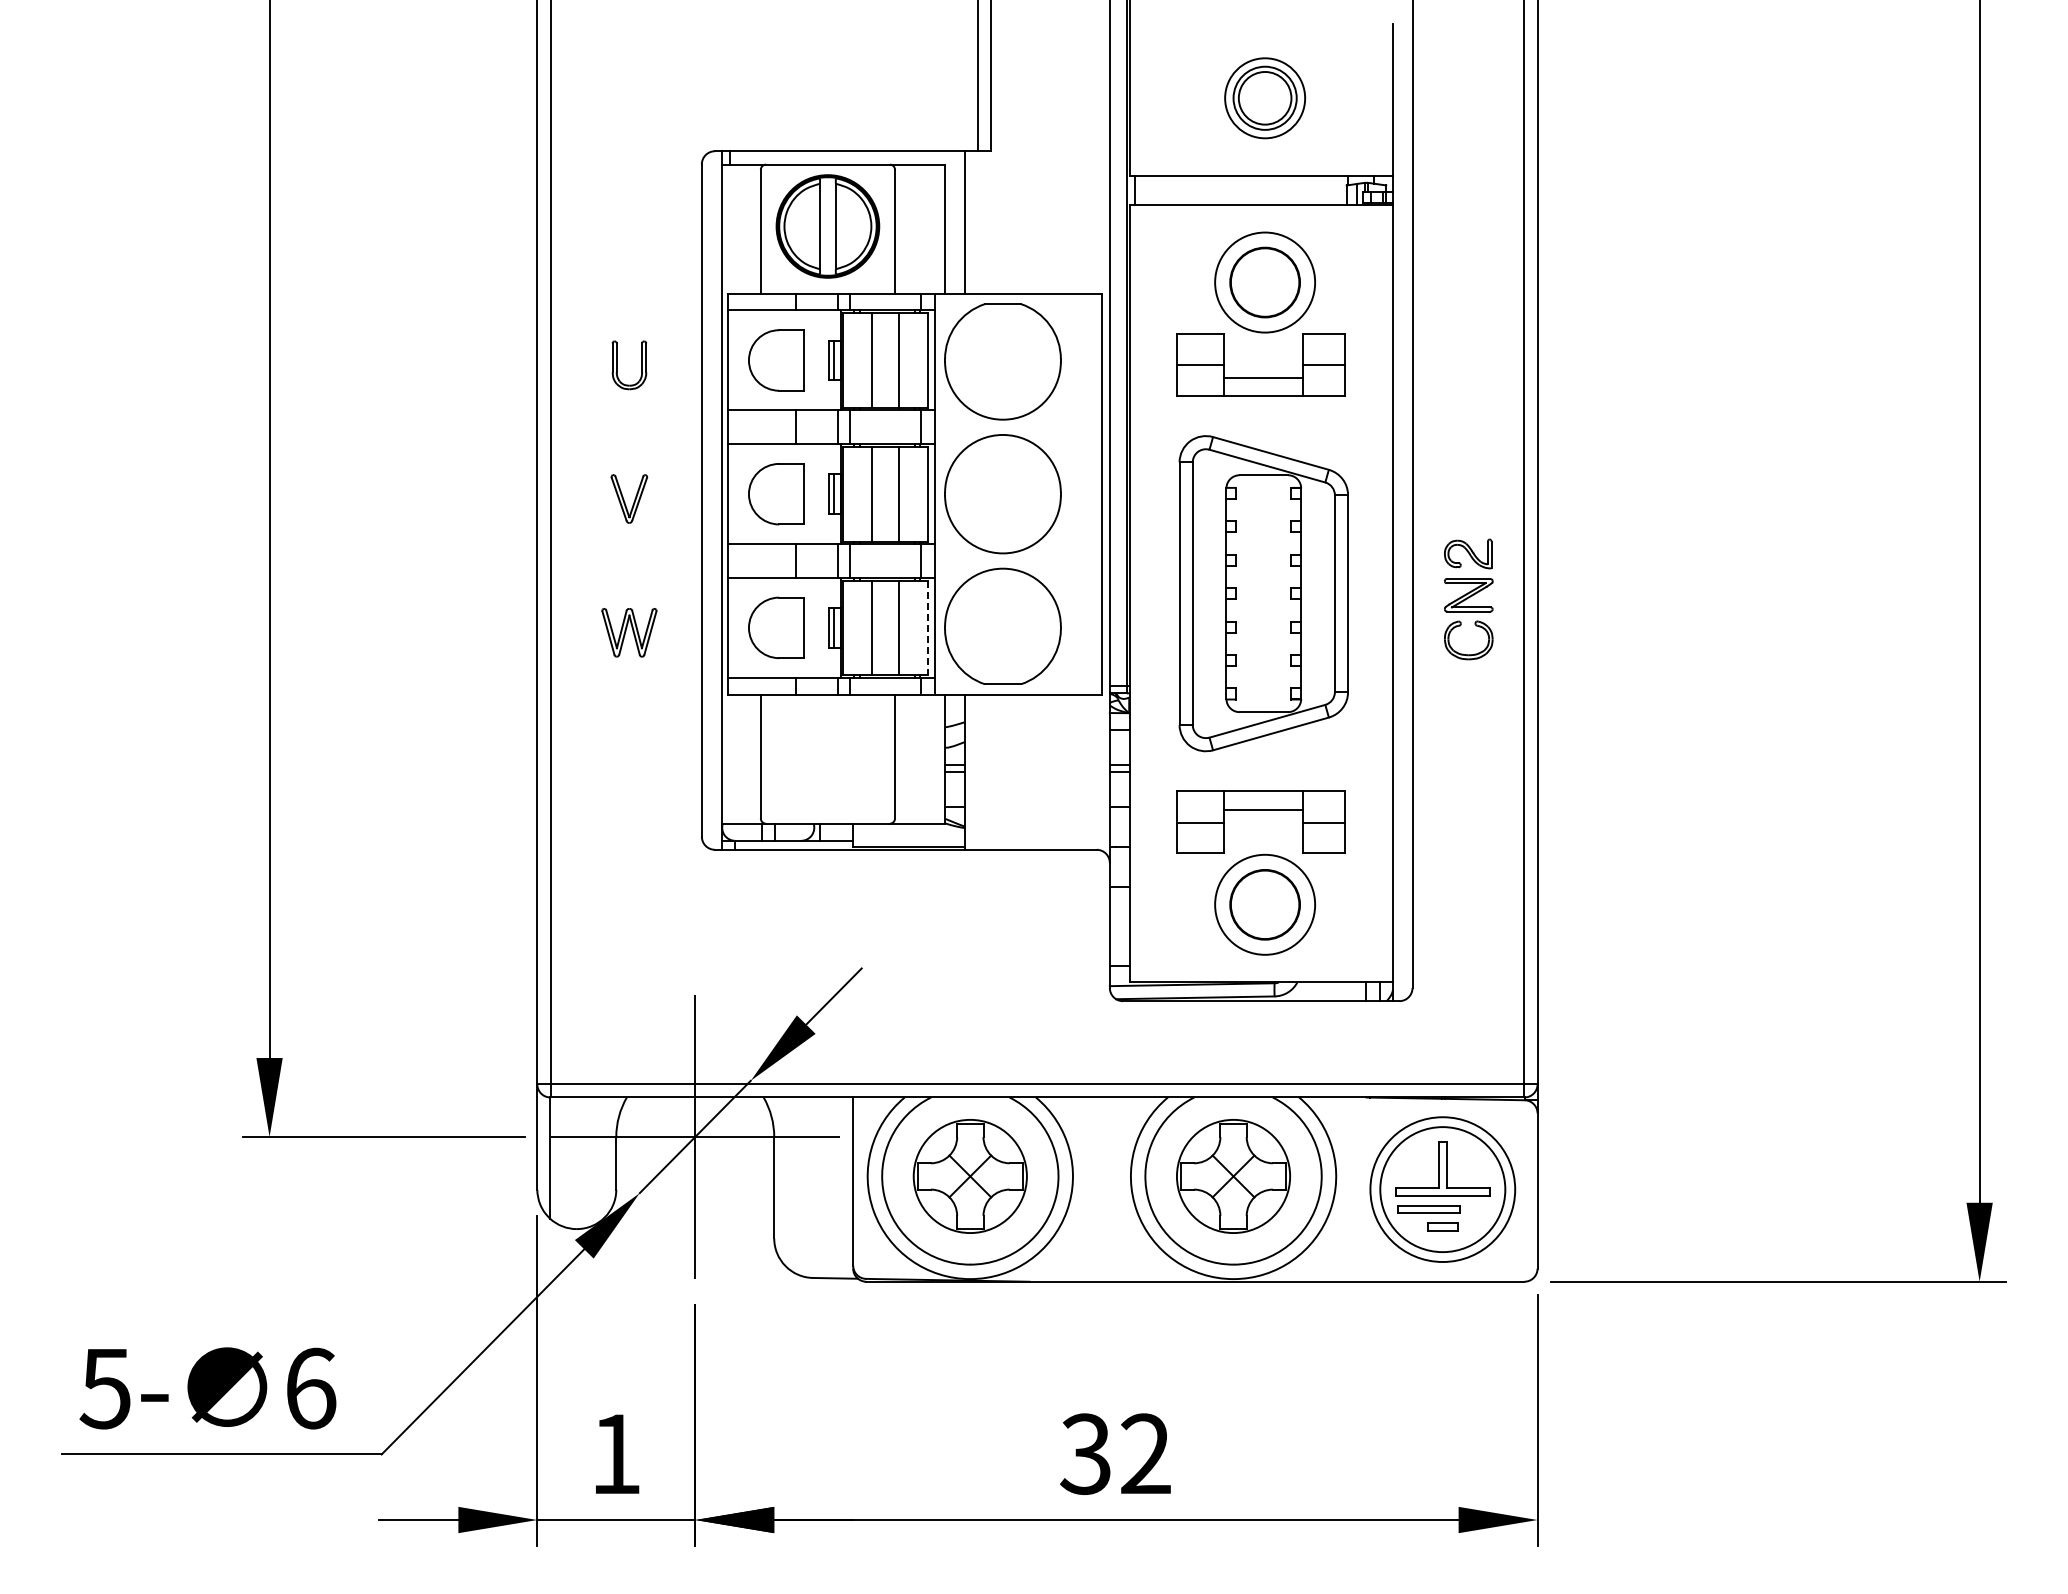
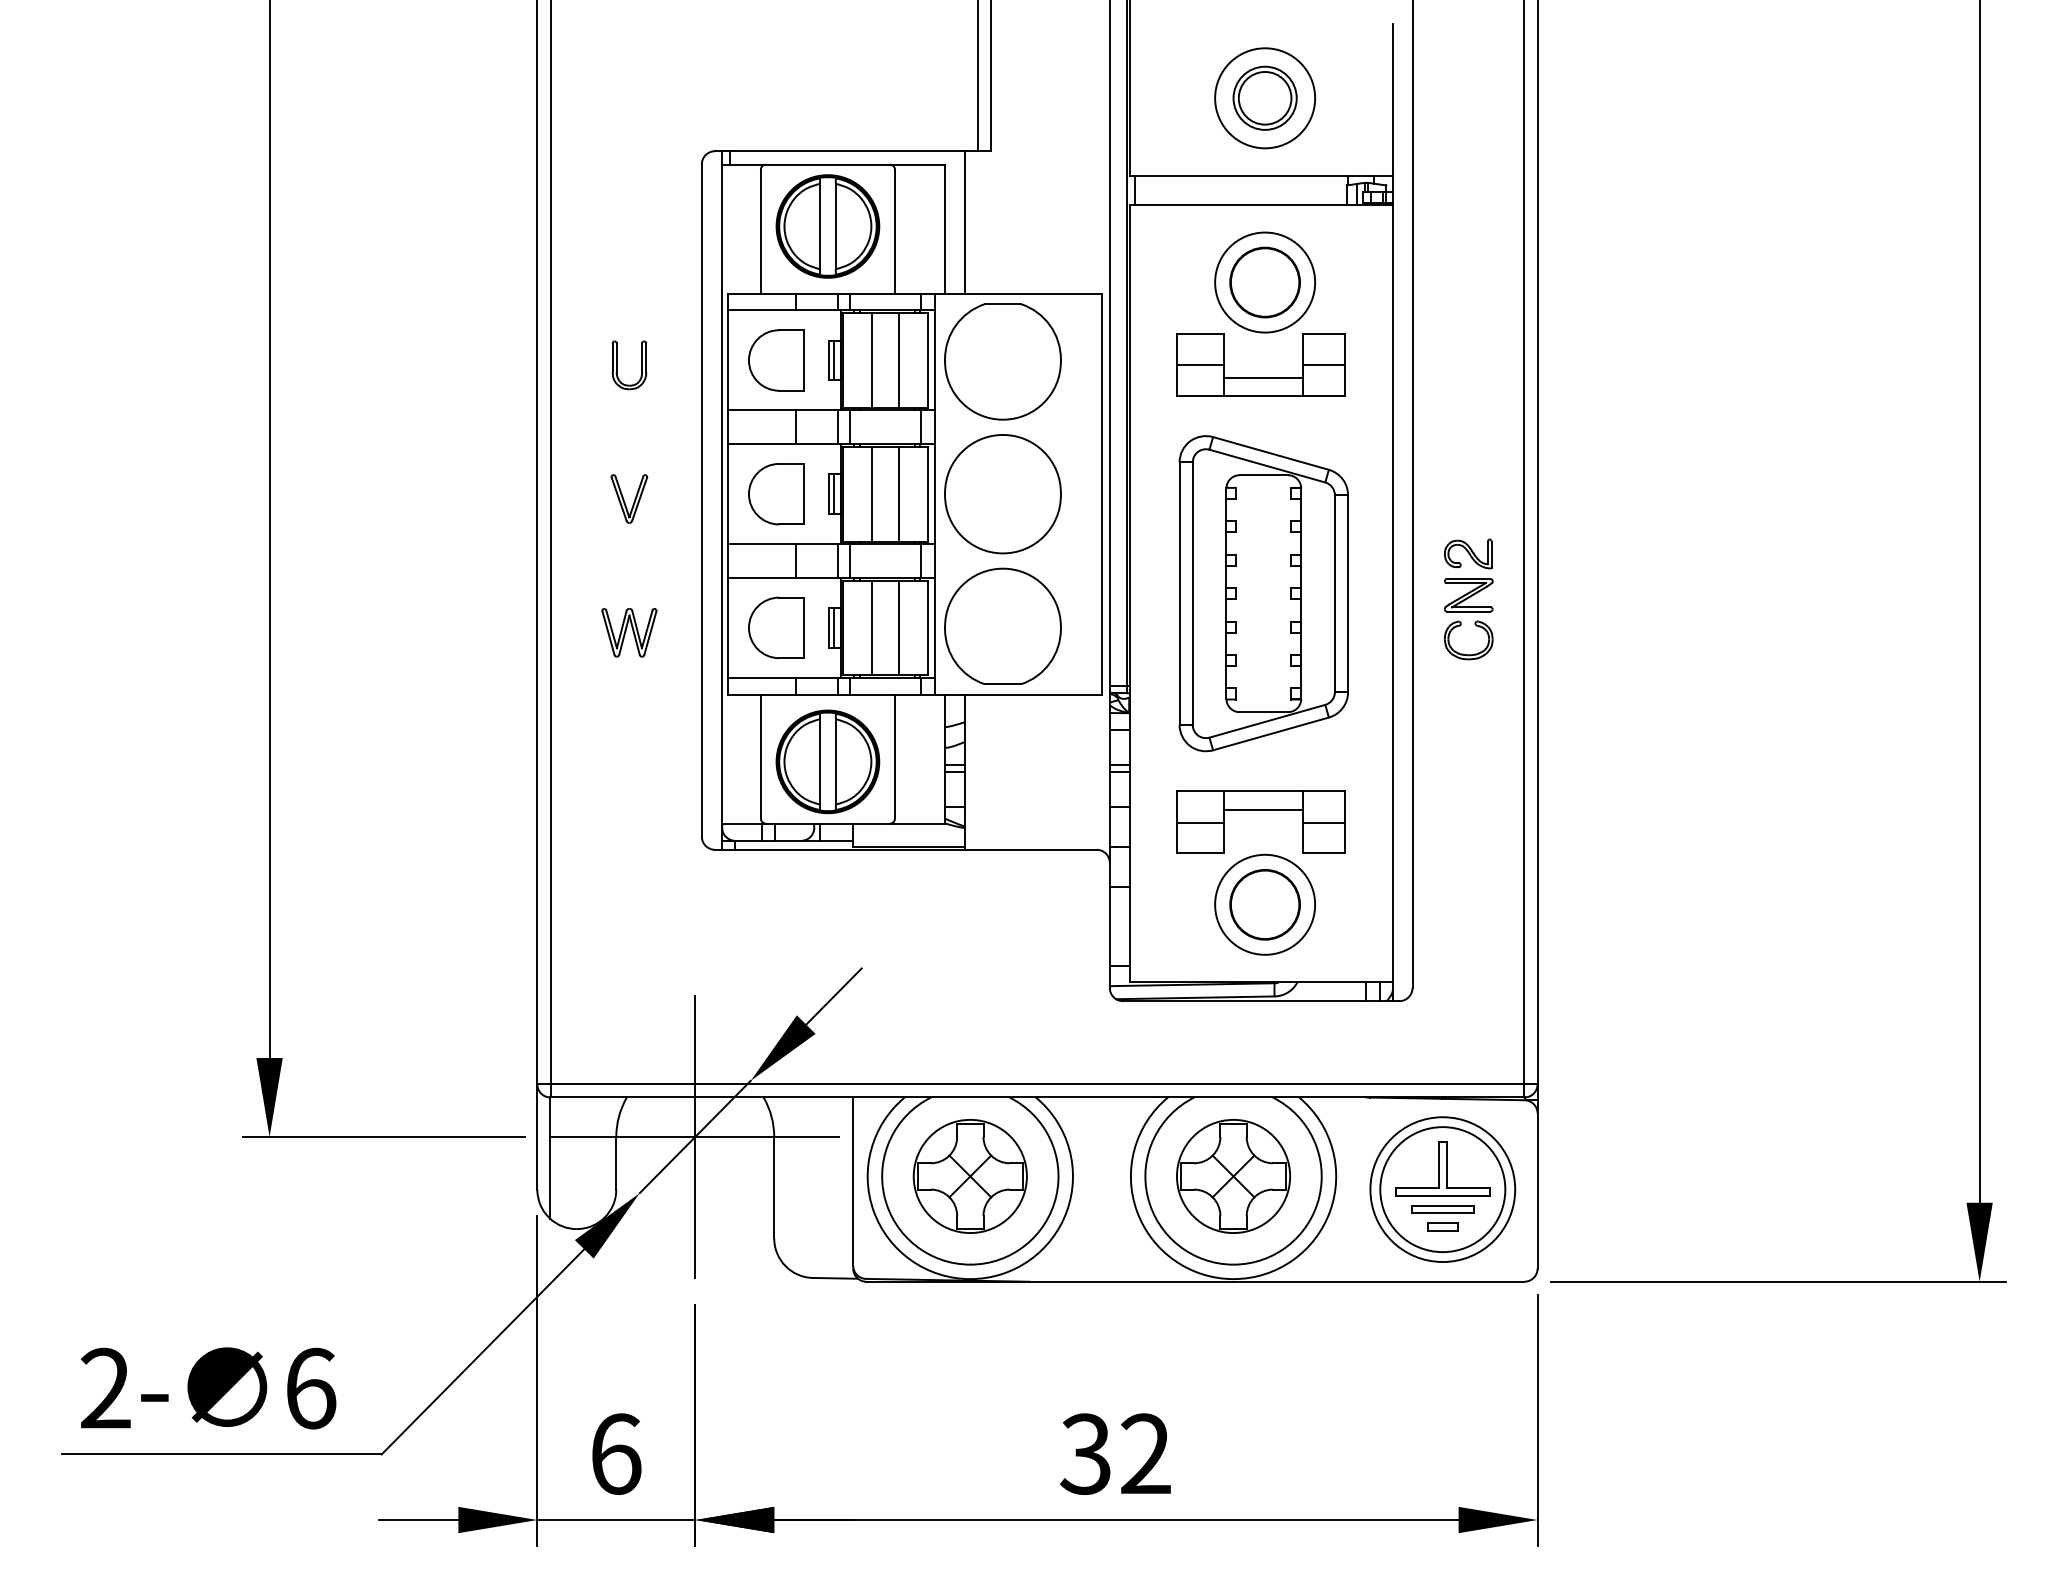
circle at (1265, 98) diameter: 80 px -> 100 px
line at (928, 628): dashed -> solid
part at (827, 761): none -> present
part at (1428, 1209) position: (1428, 1209) -> (1442, 1209)
text at (104, 1388): 5- -> 2-
text at (616, 1453): 1 -> 6
